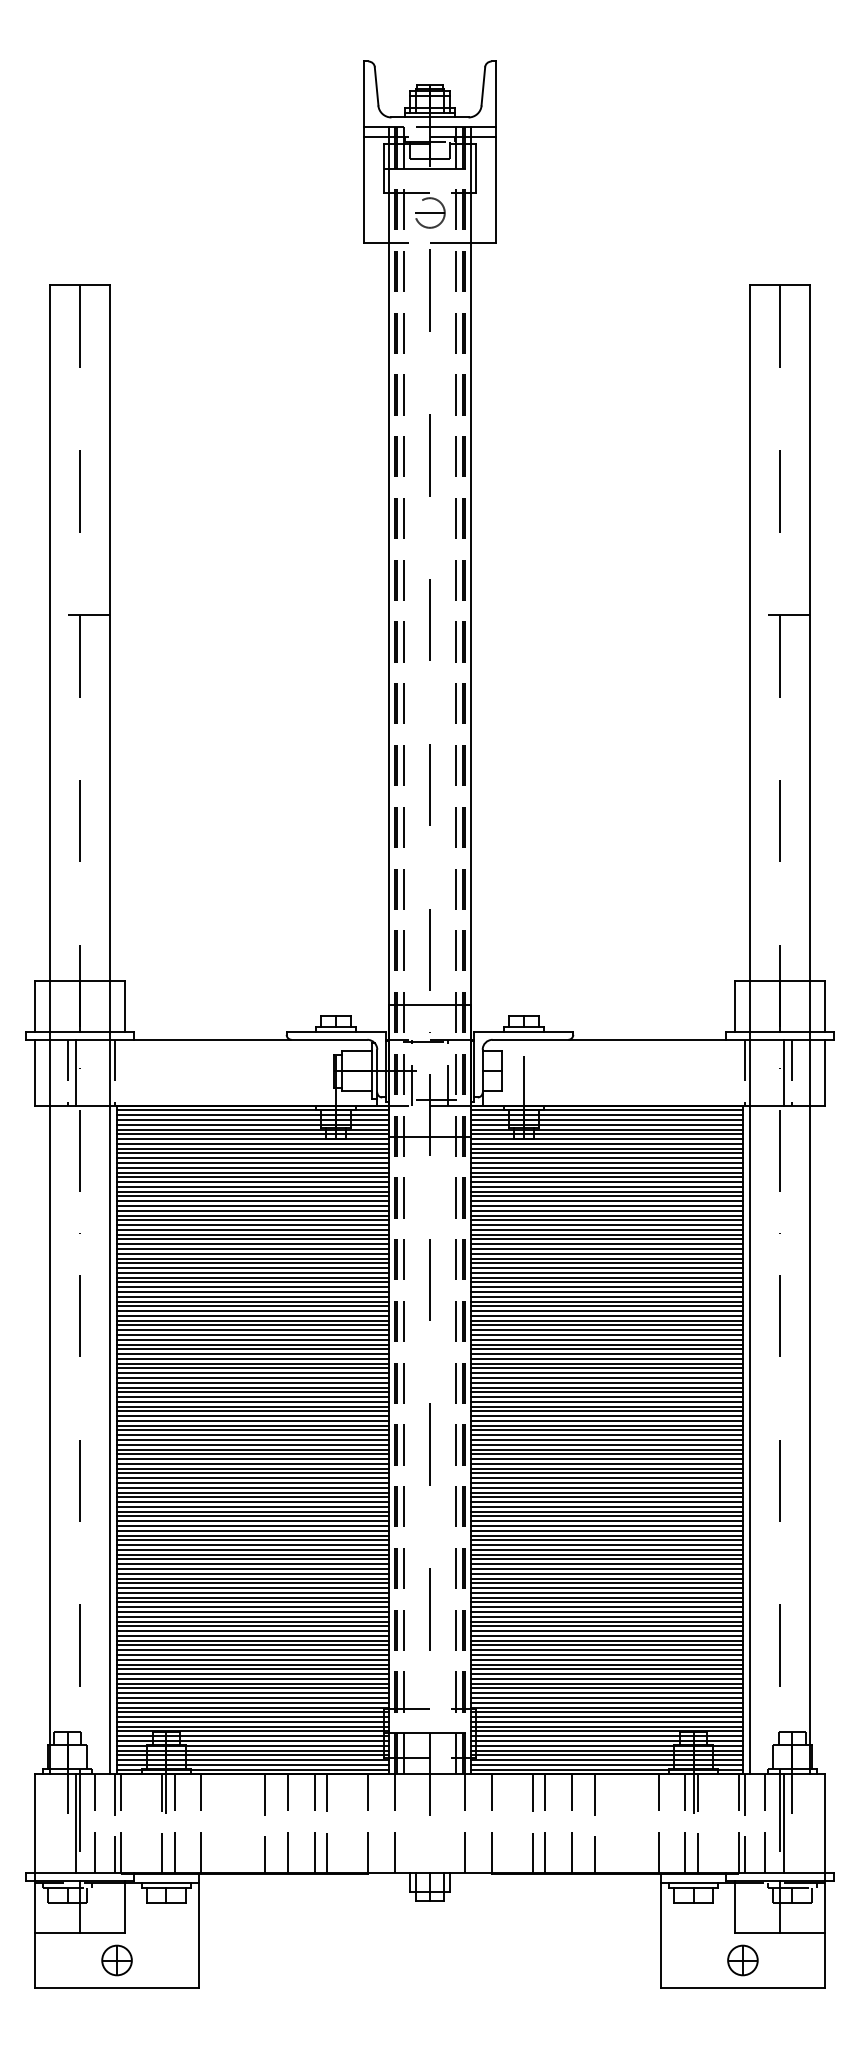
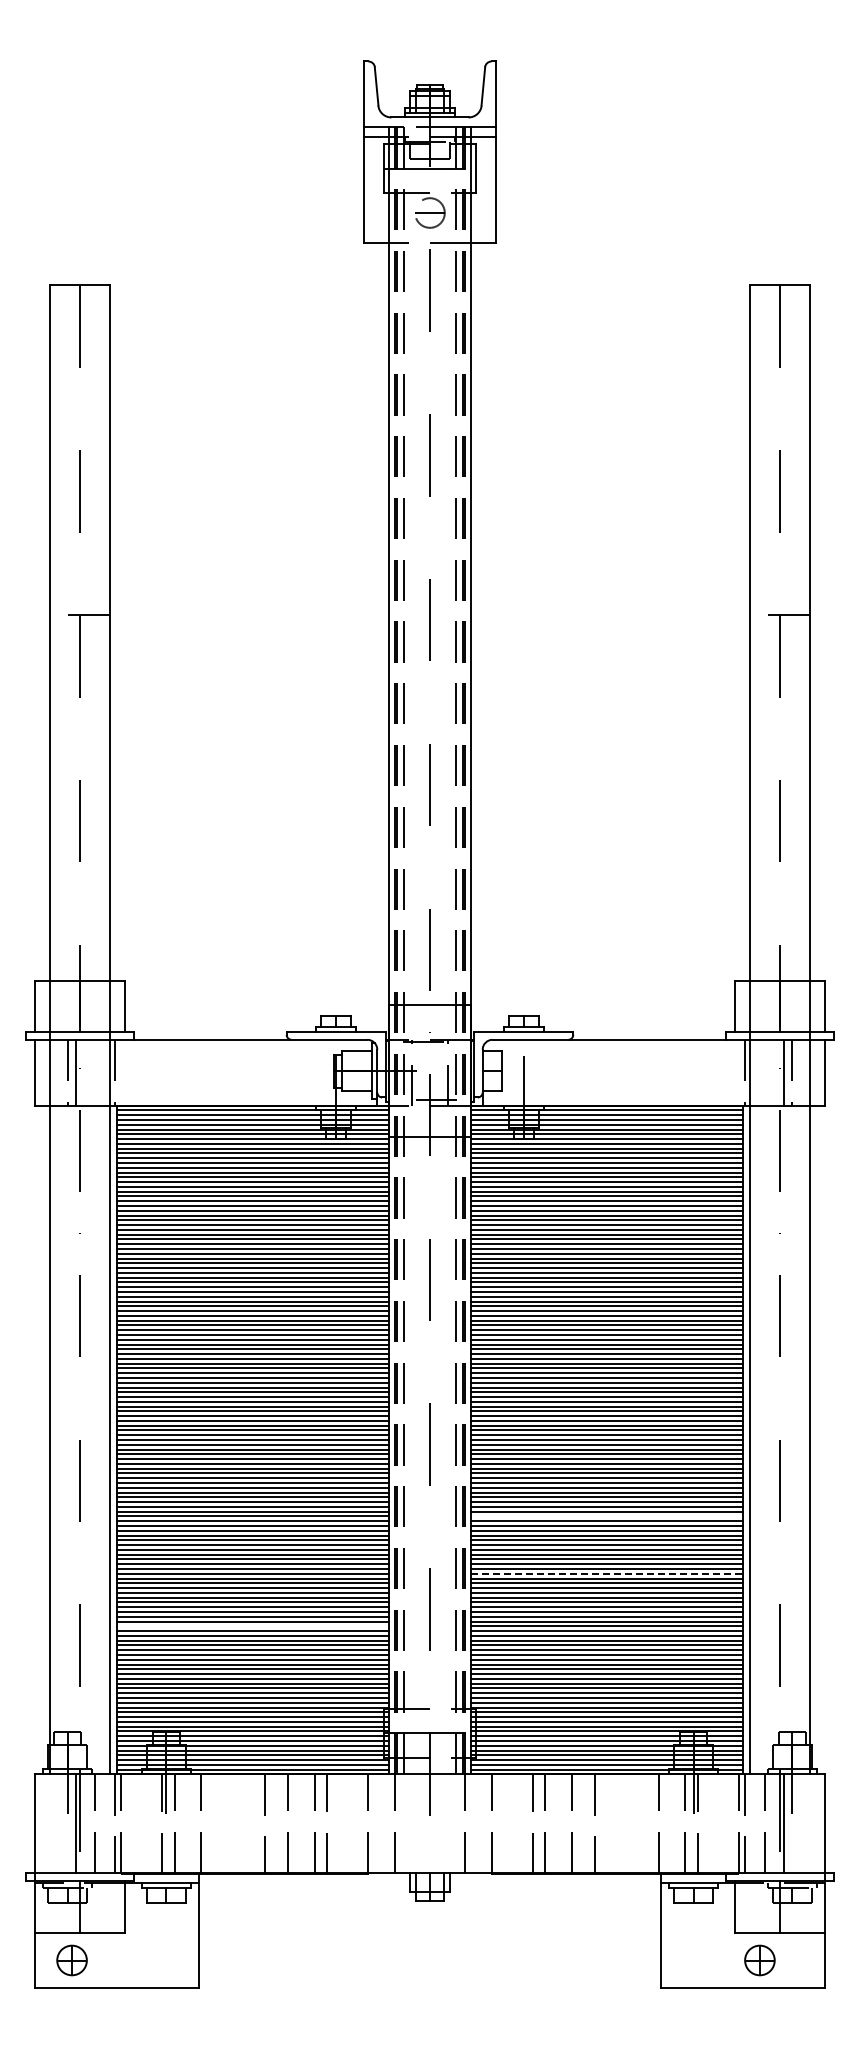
line at (606, 1516): present -> none
line at (607, 1573): solid -> dashed
line at (252, 1626): present -> none
part at (116, 1960) position: (116, 1960) -> (71, 1960)
part at (742, 1960) position: (742, 1960) -> (759, 1960)
